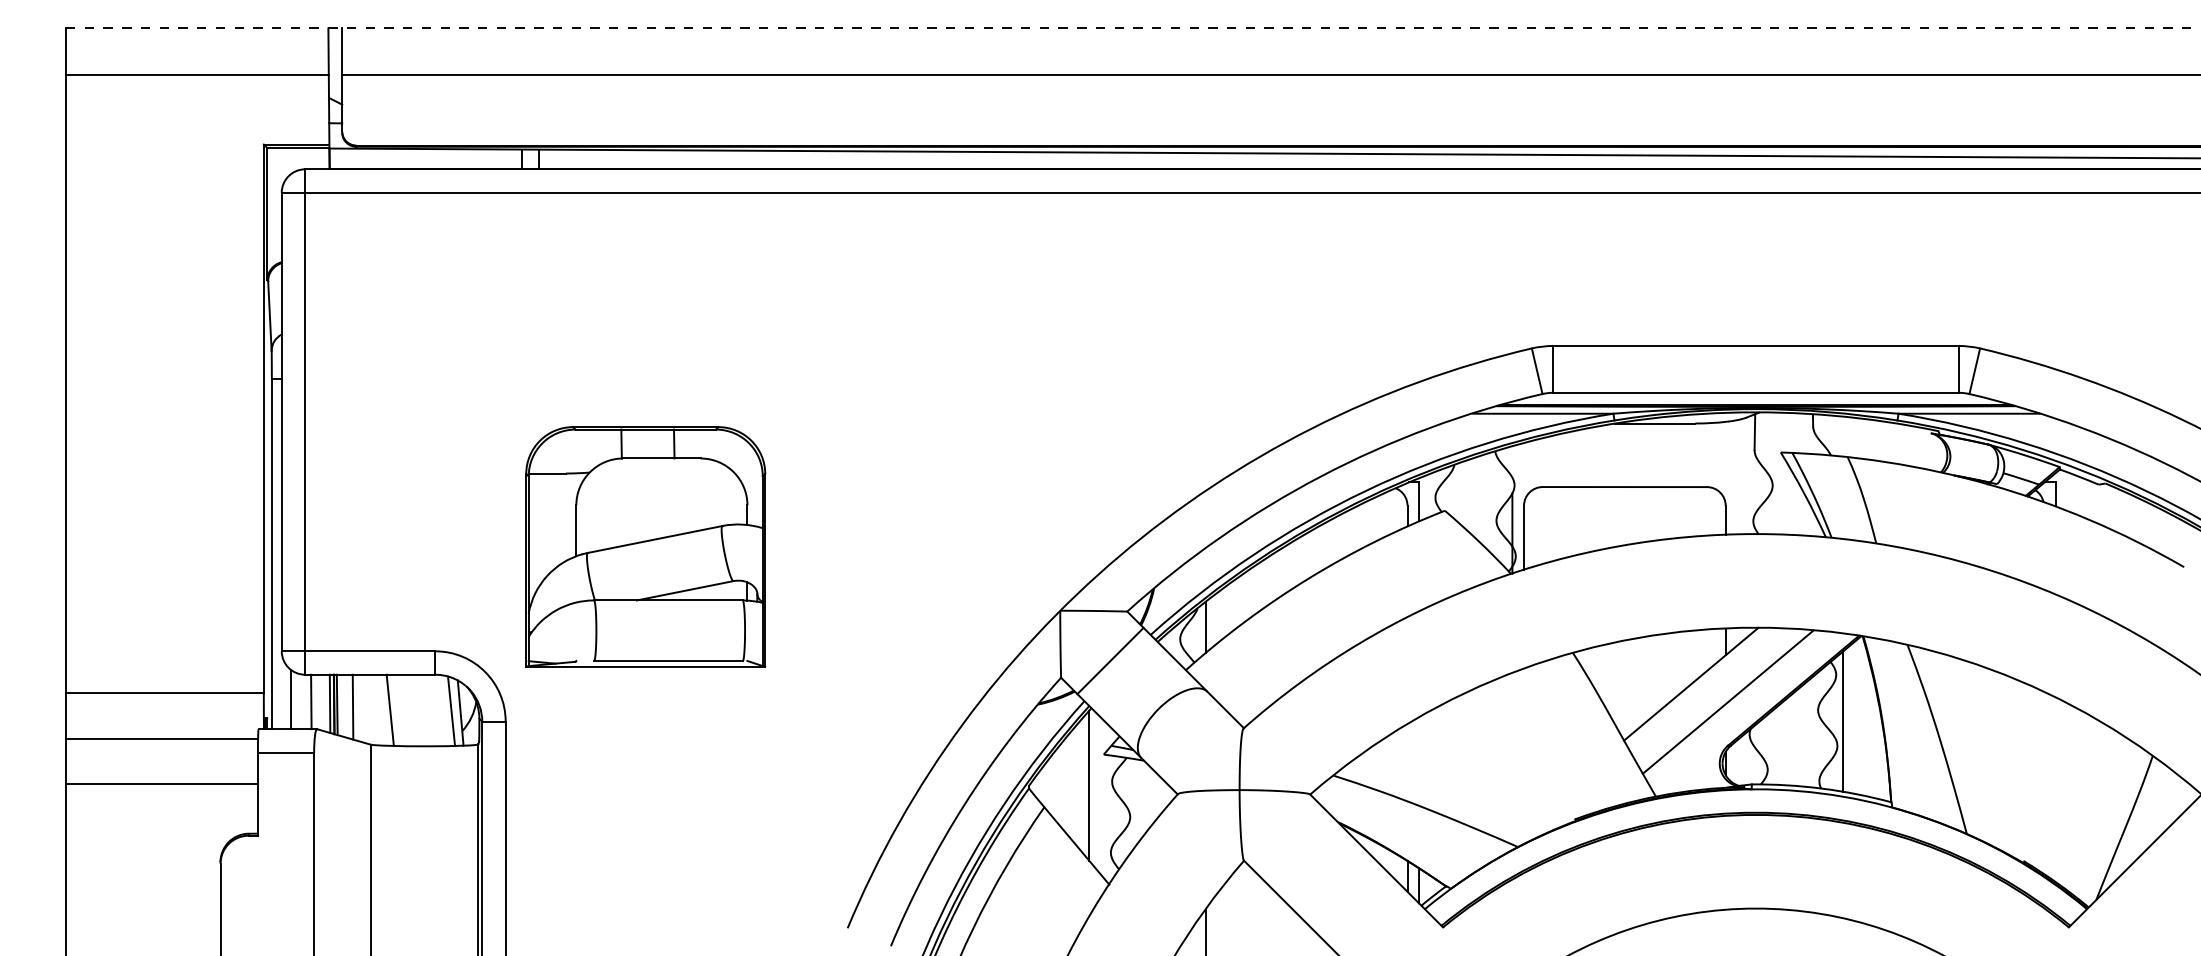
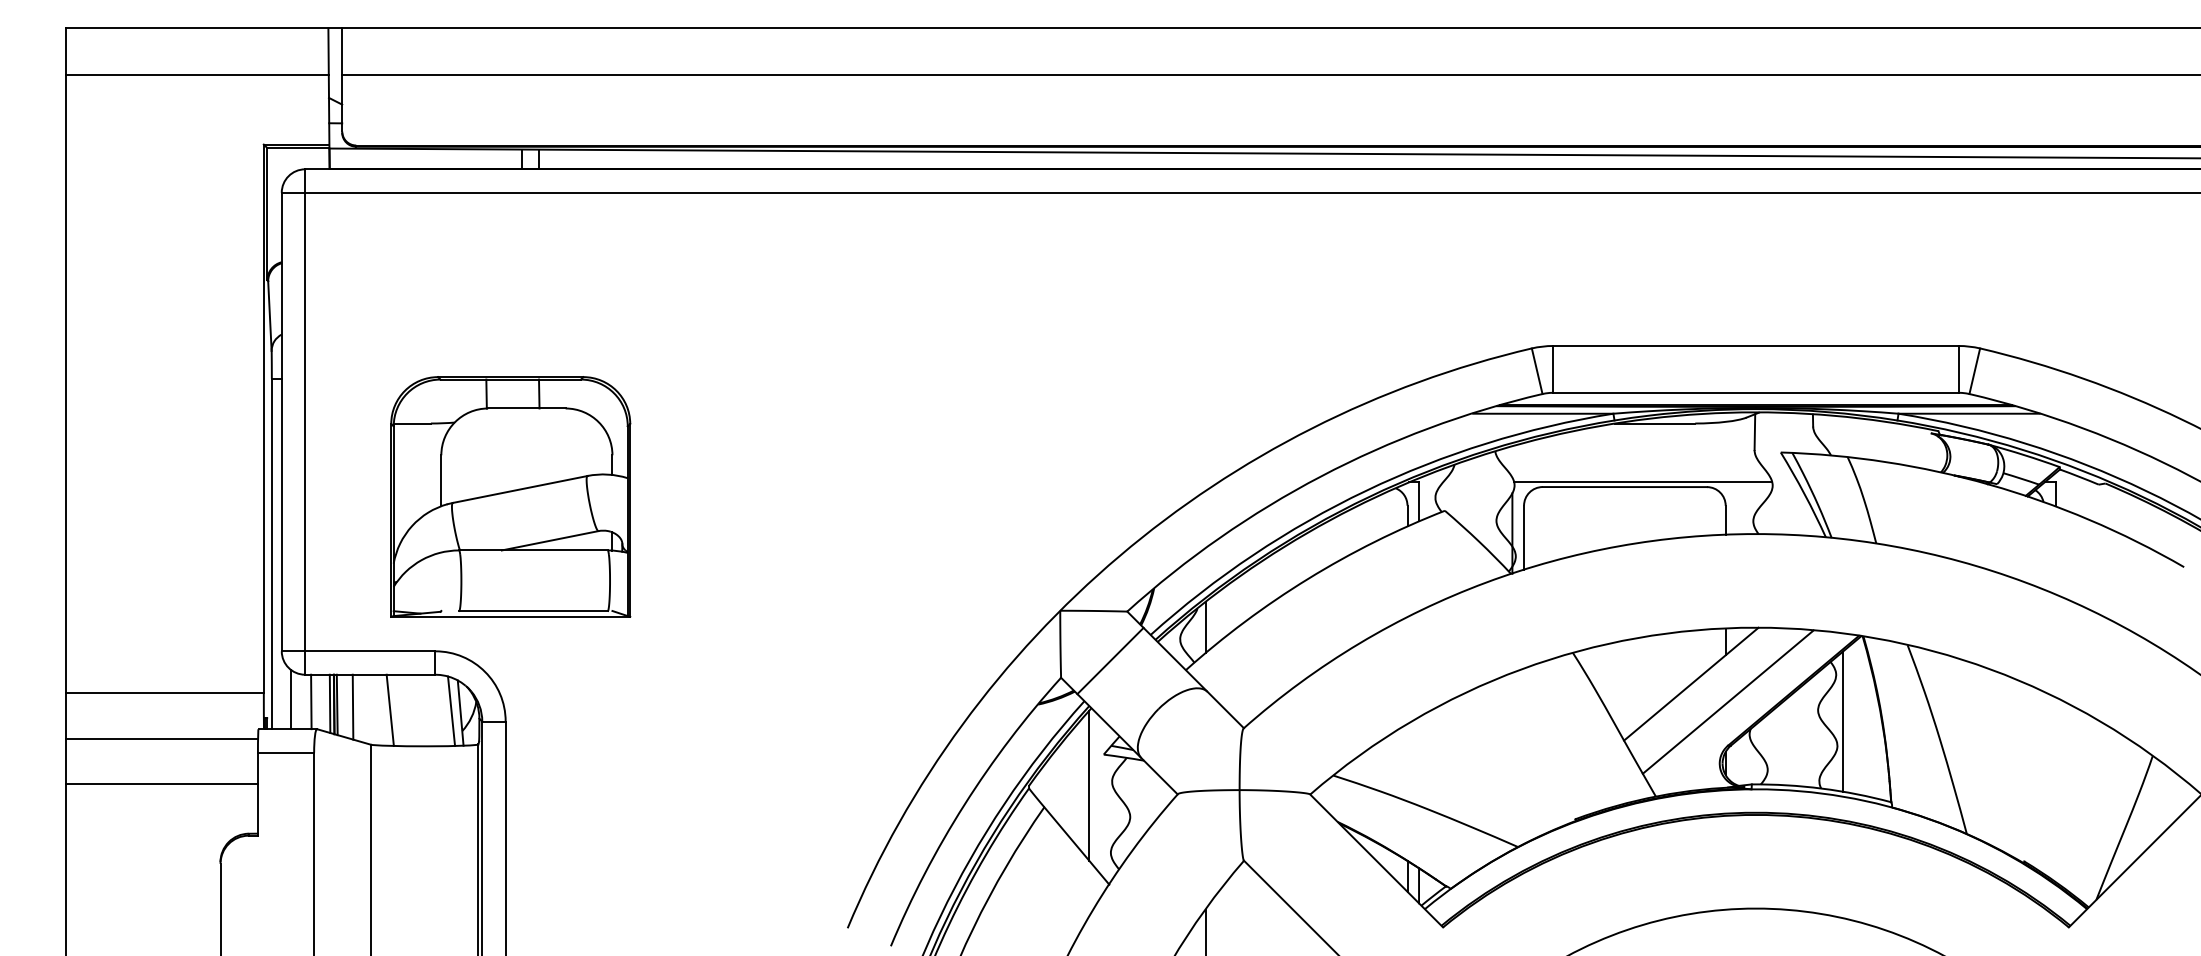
line at (1133, 28): dashed -> solid
line at (1643, 482): none -> present
part at (645, 546) position: (645, 546) -> (510, 496)
